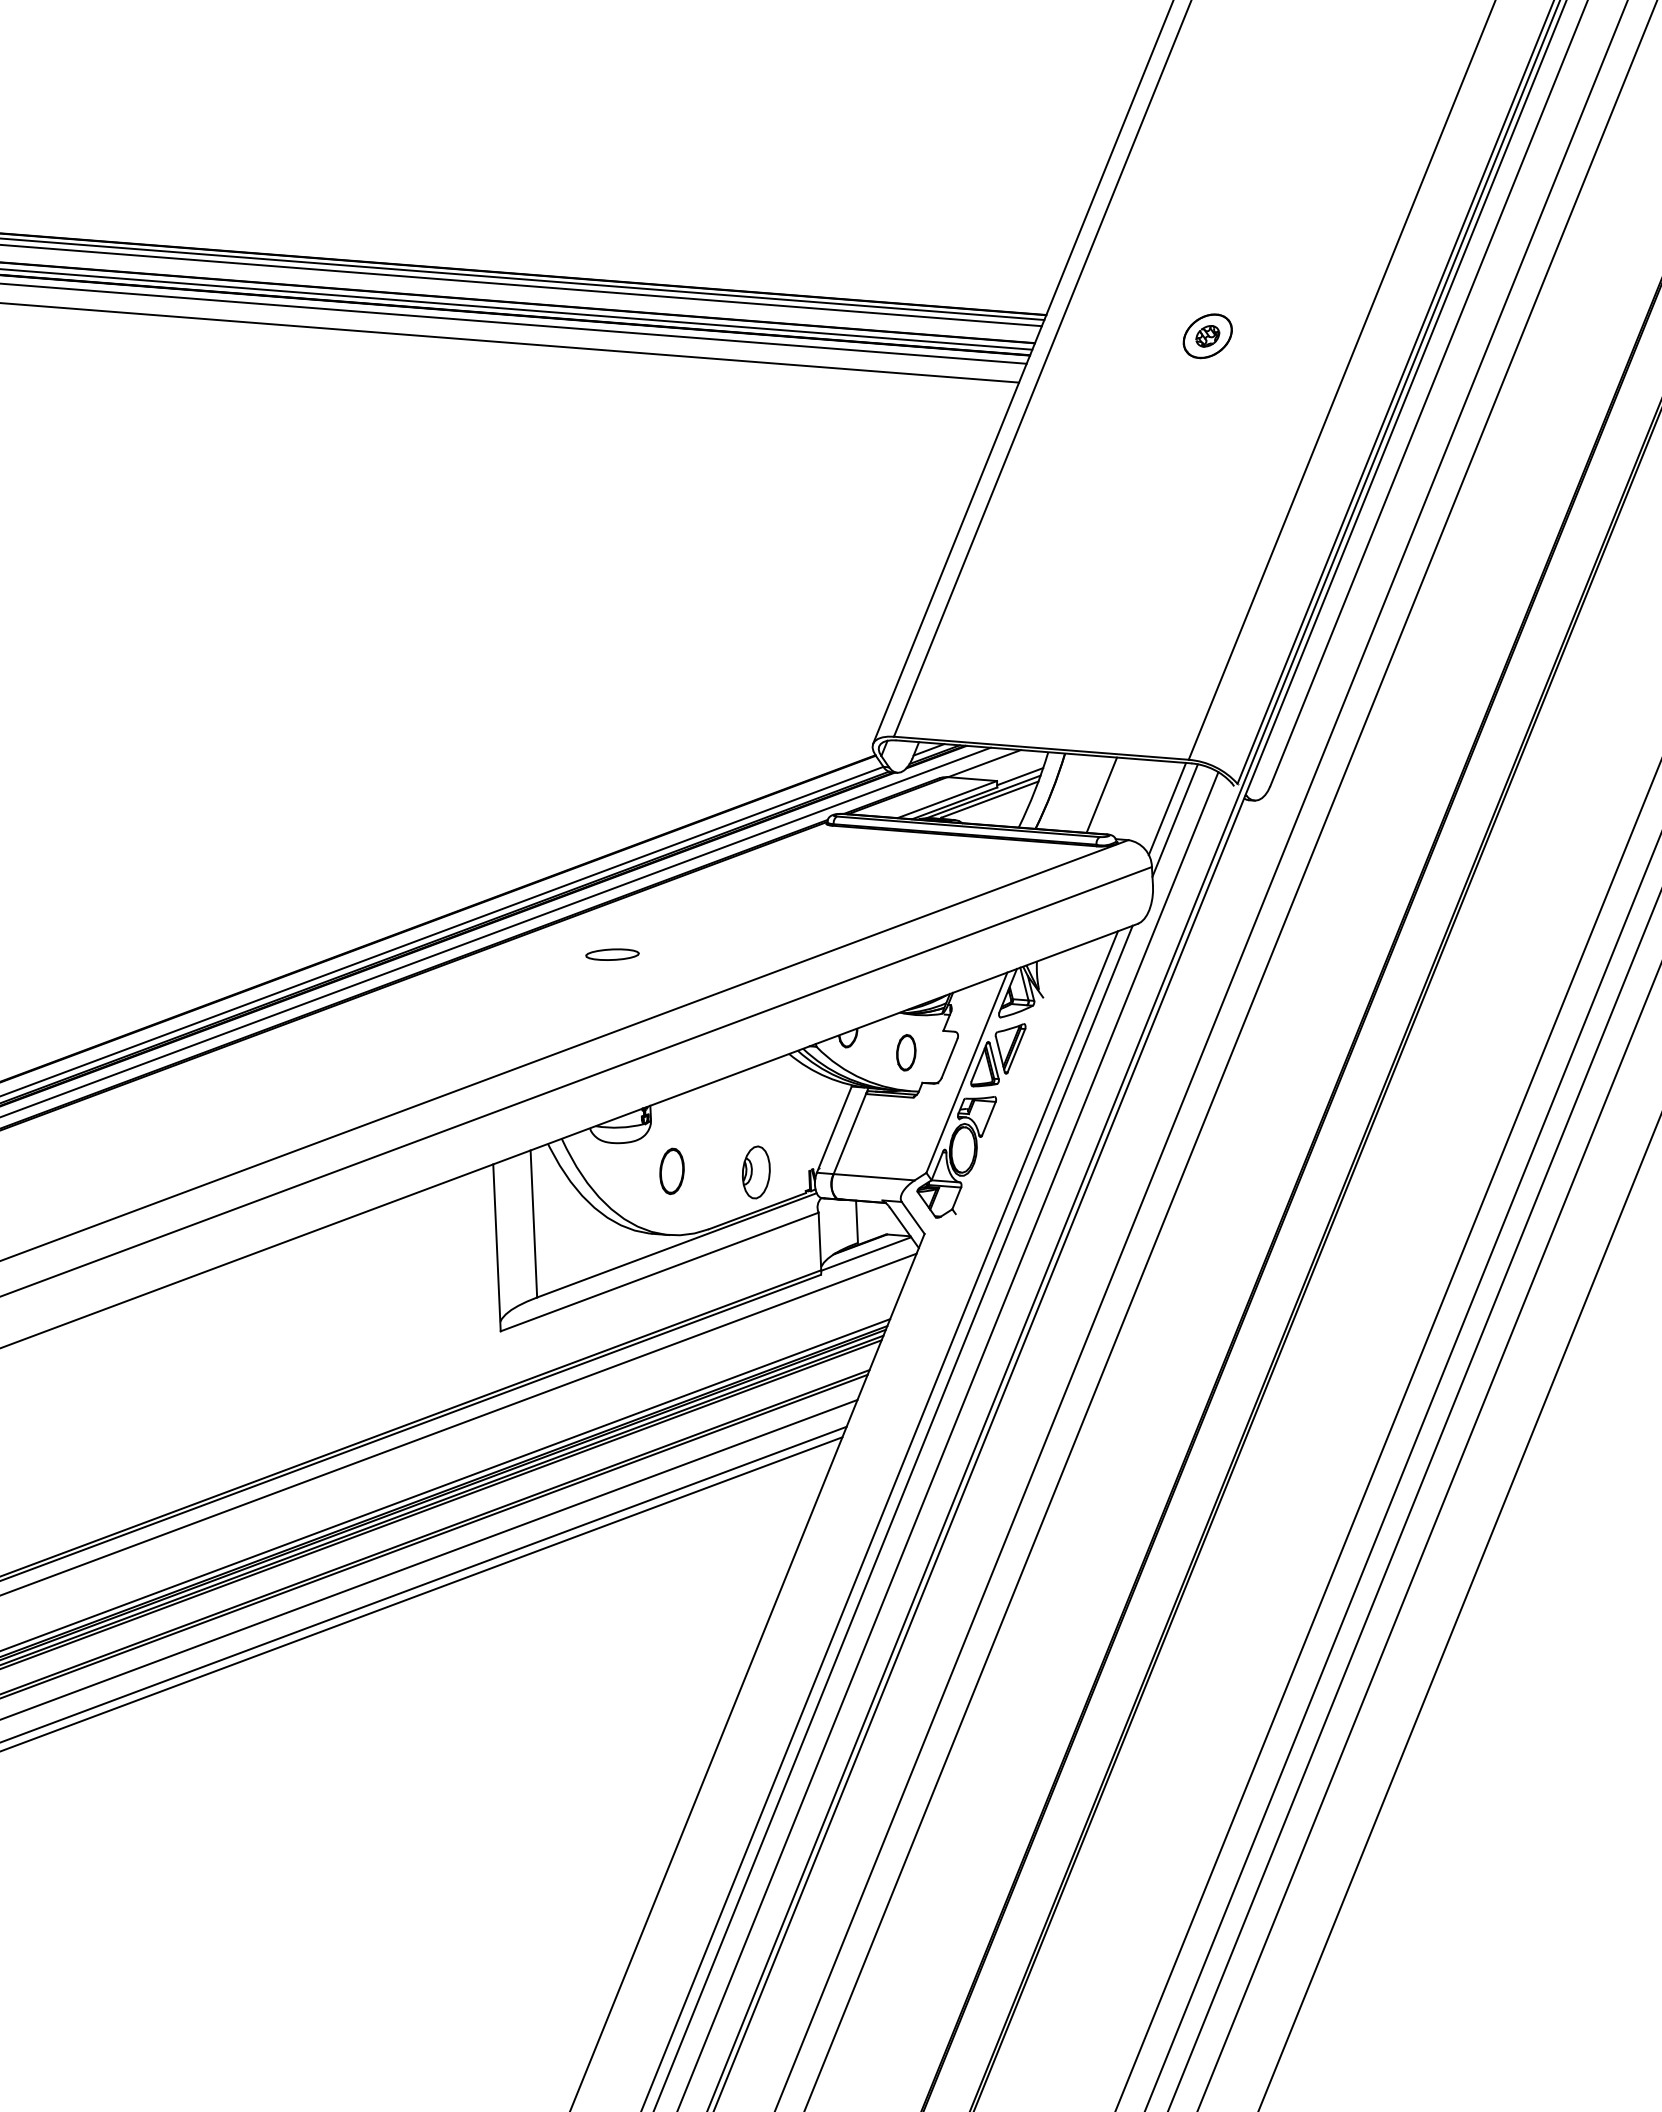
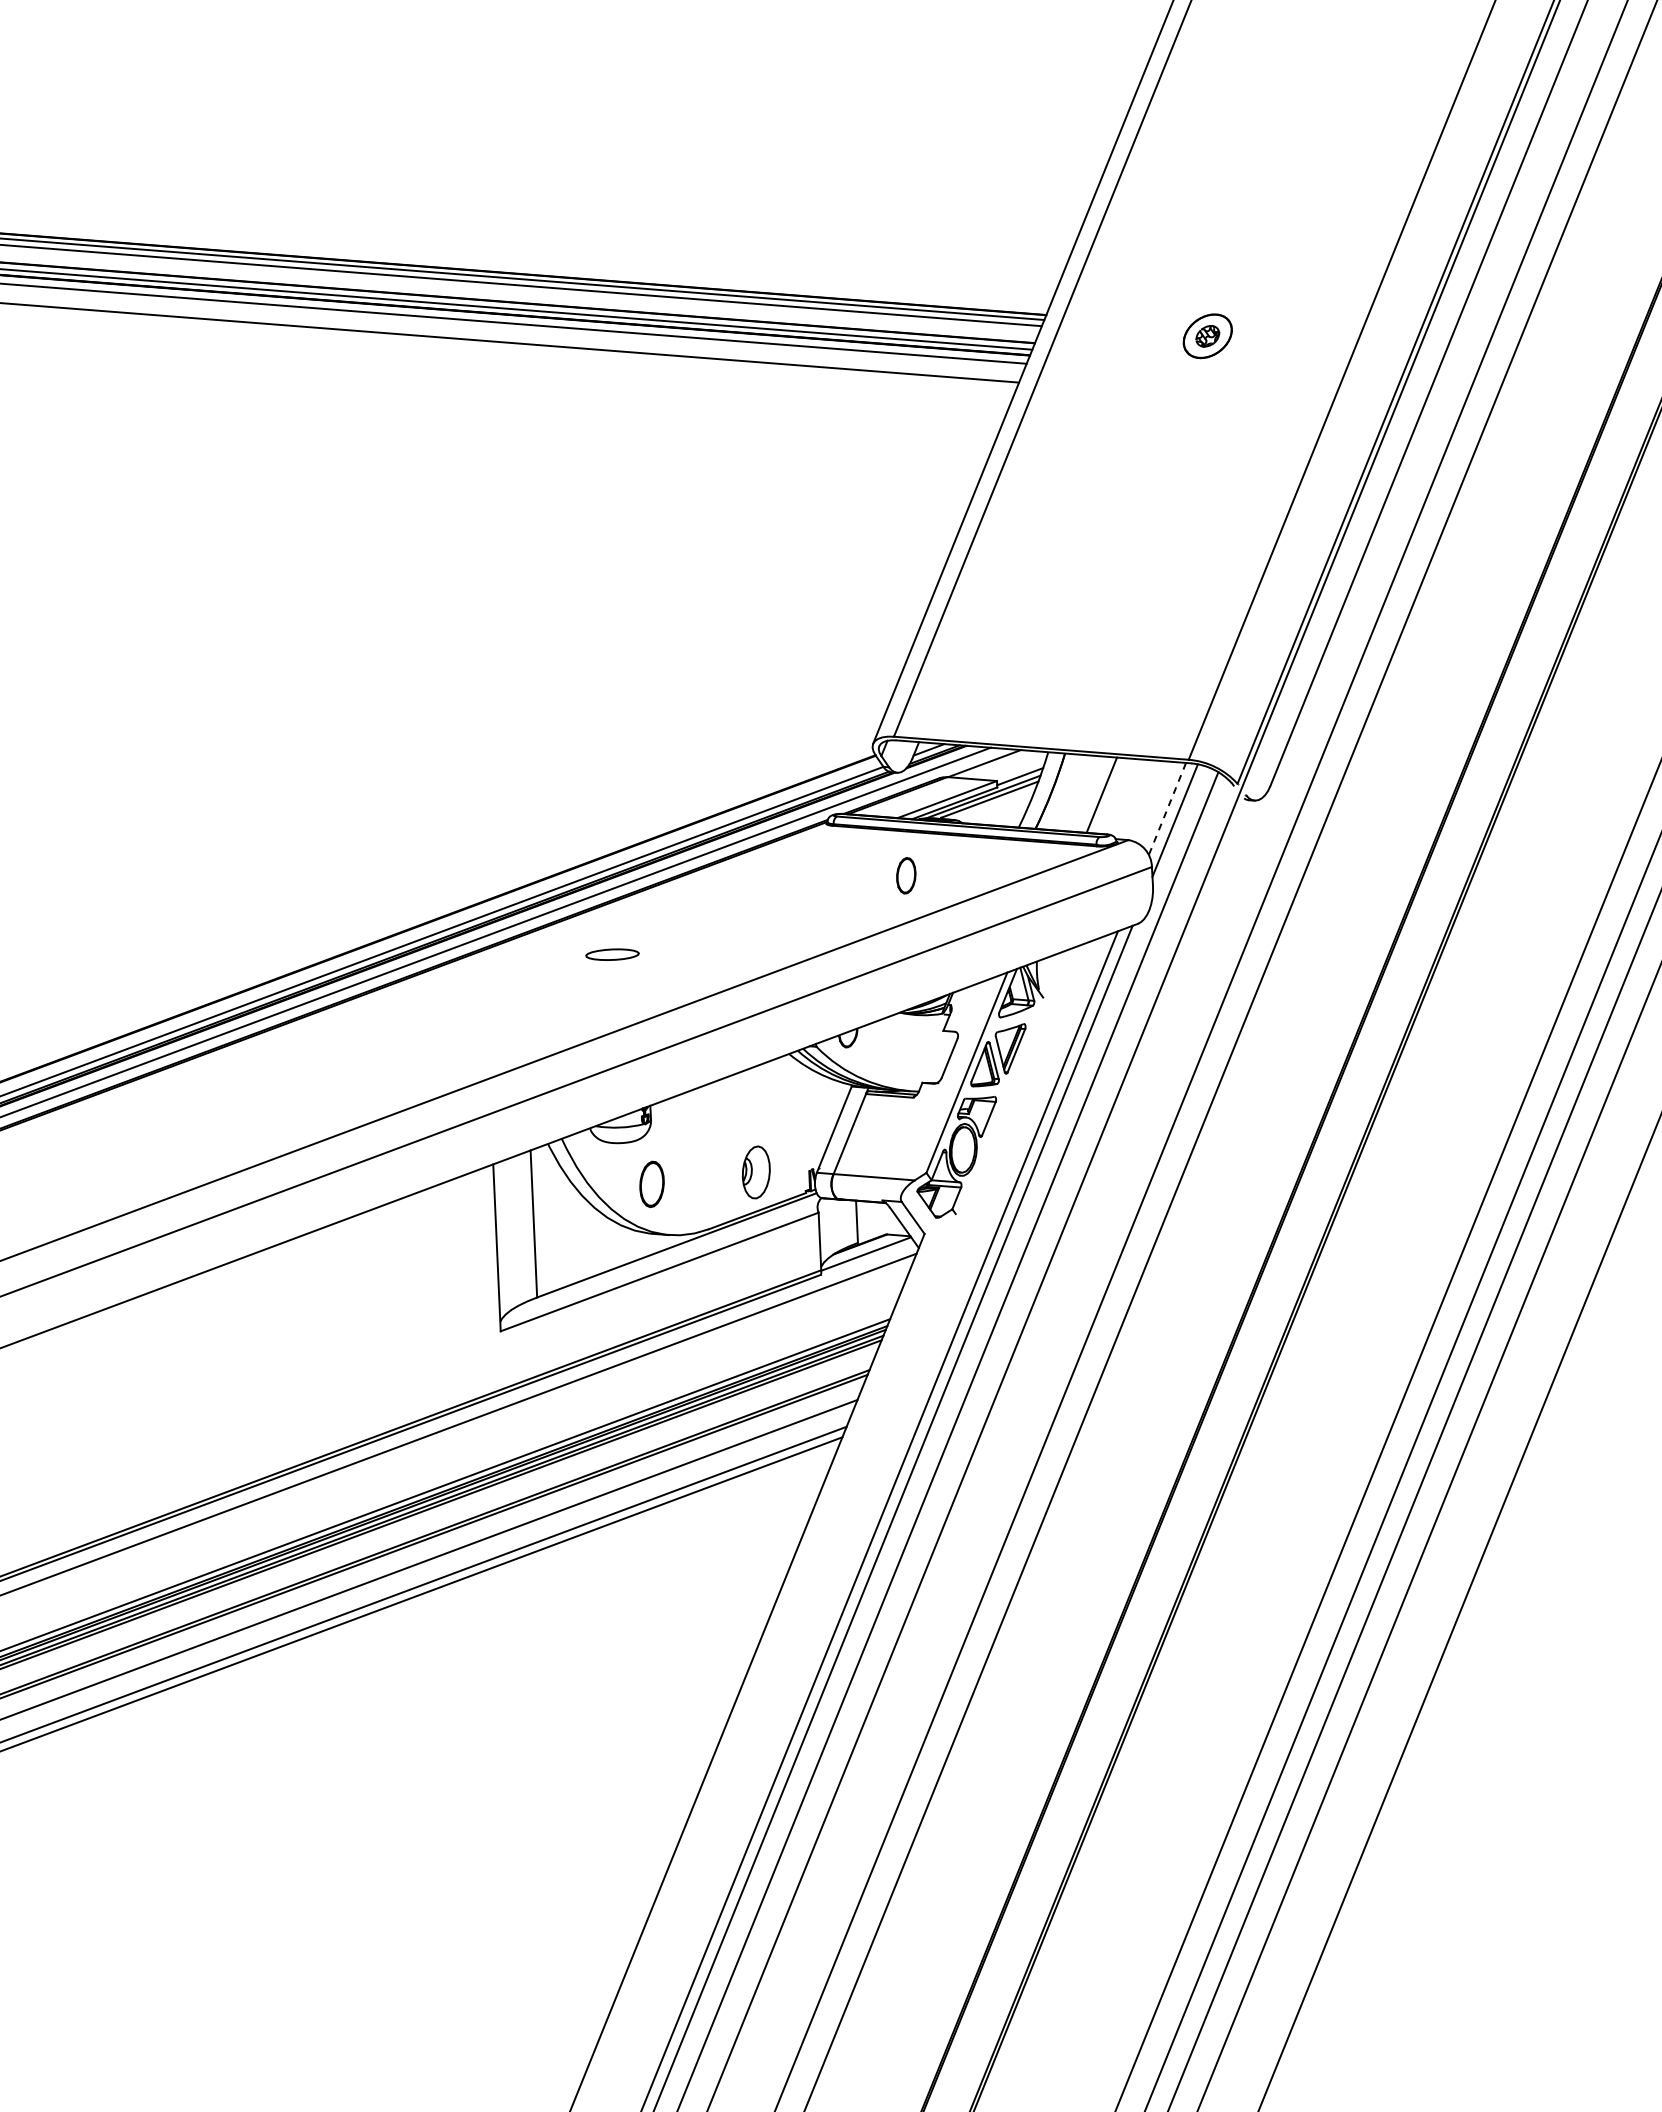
line at (1167, 809): solid -> dashed
part at (906, 1052) position: (906, 1052) -> (906, 875)
line at (1140, 1055): present -> none
part at (671, 1171) position: (671, 1171) -> (651, 1184)
